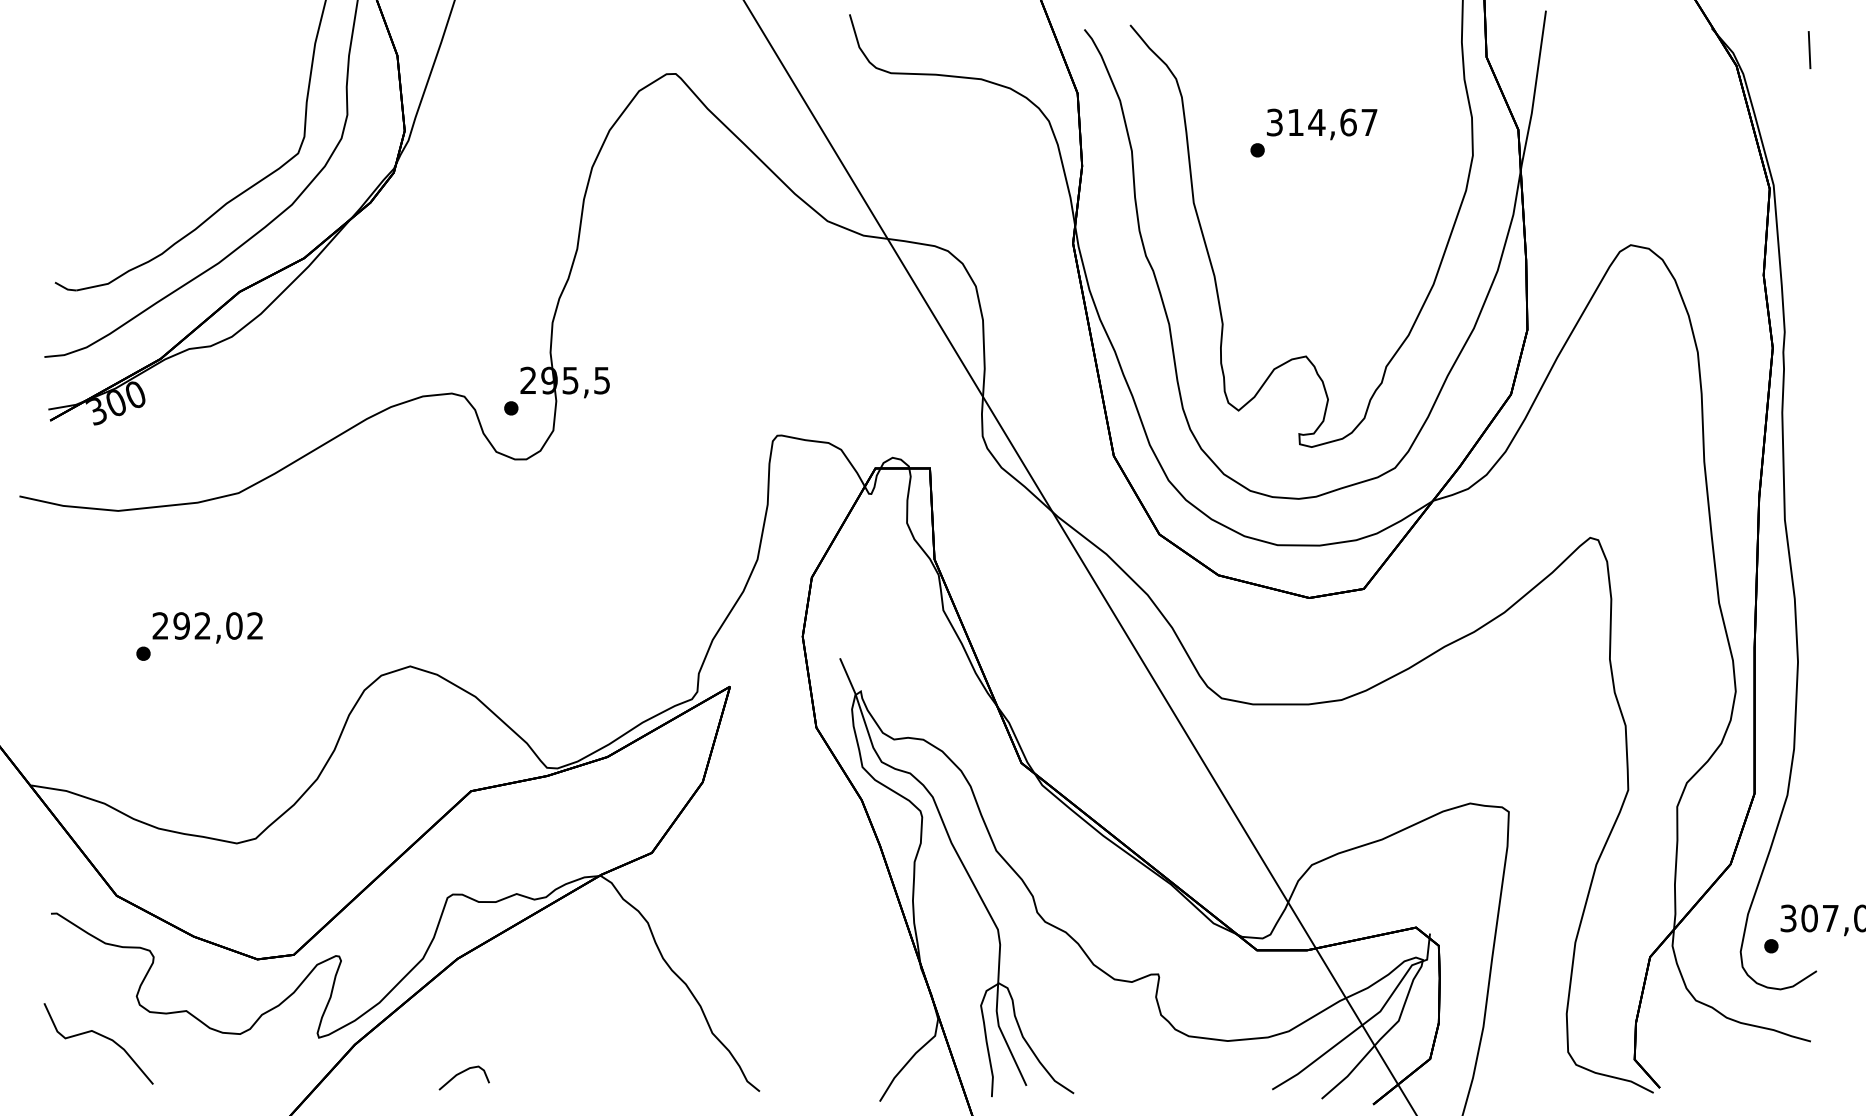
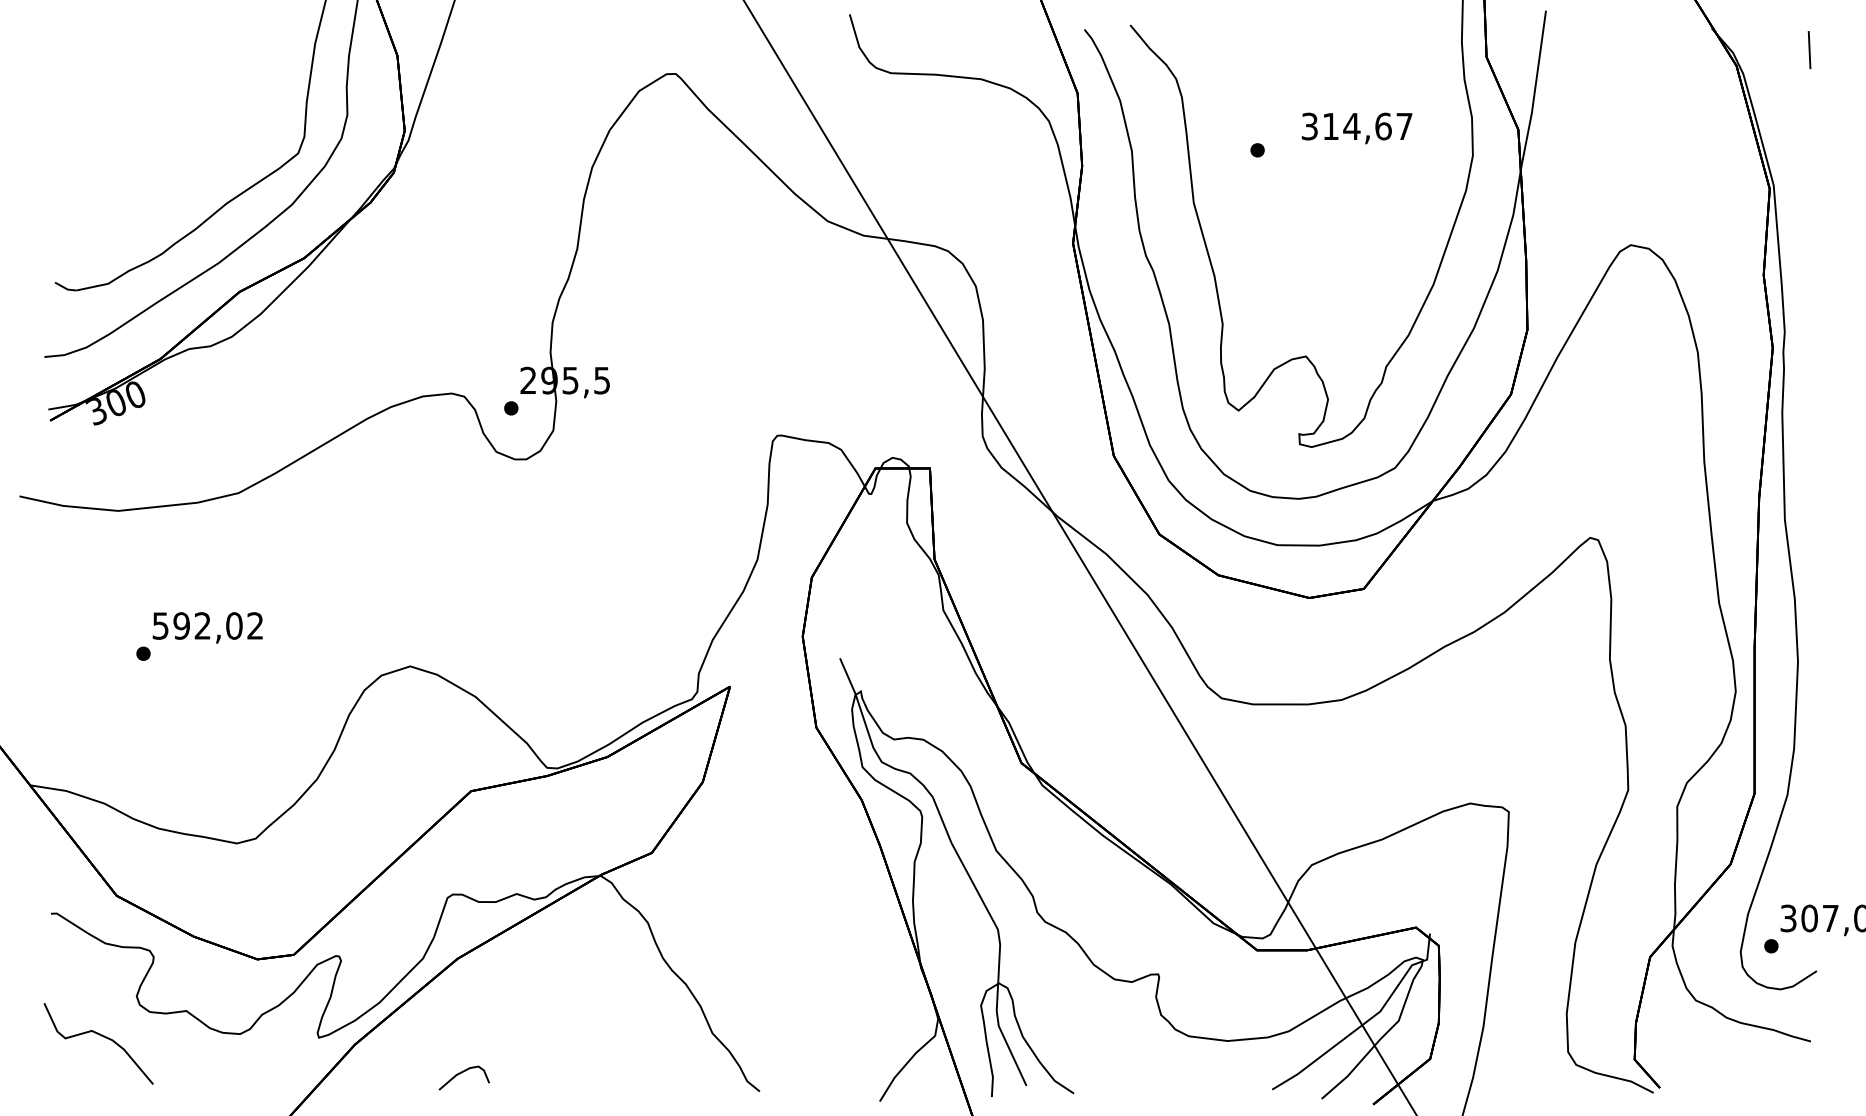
text at (1322, 124) position: (1322, 124) -> (1357, 128)
text at (160, 625): 292,02 -> 592,02
